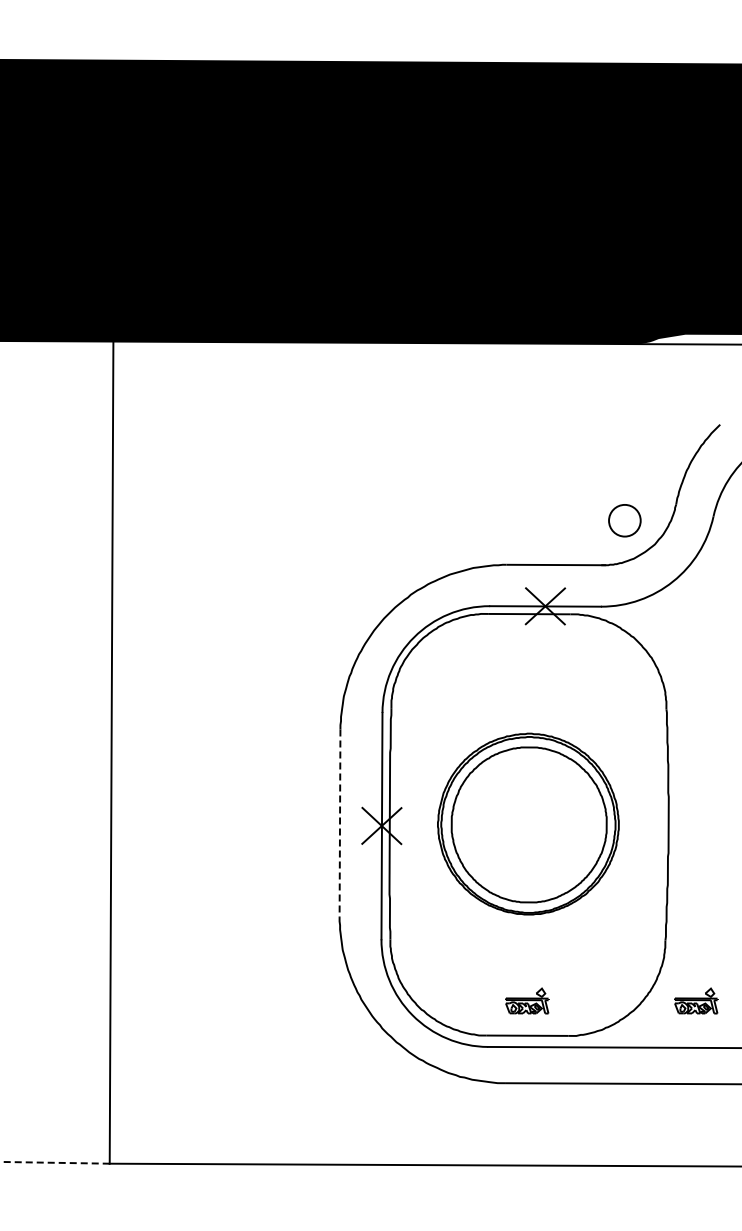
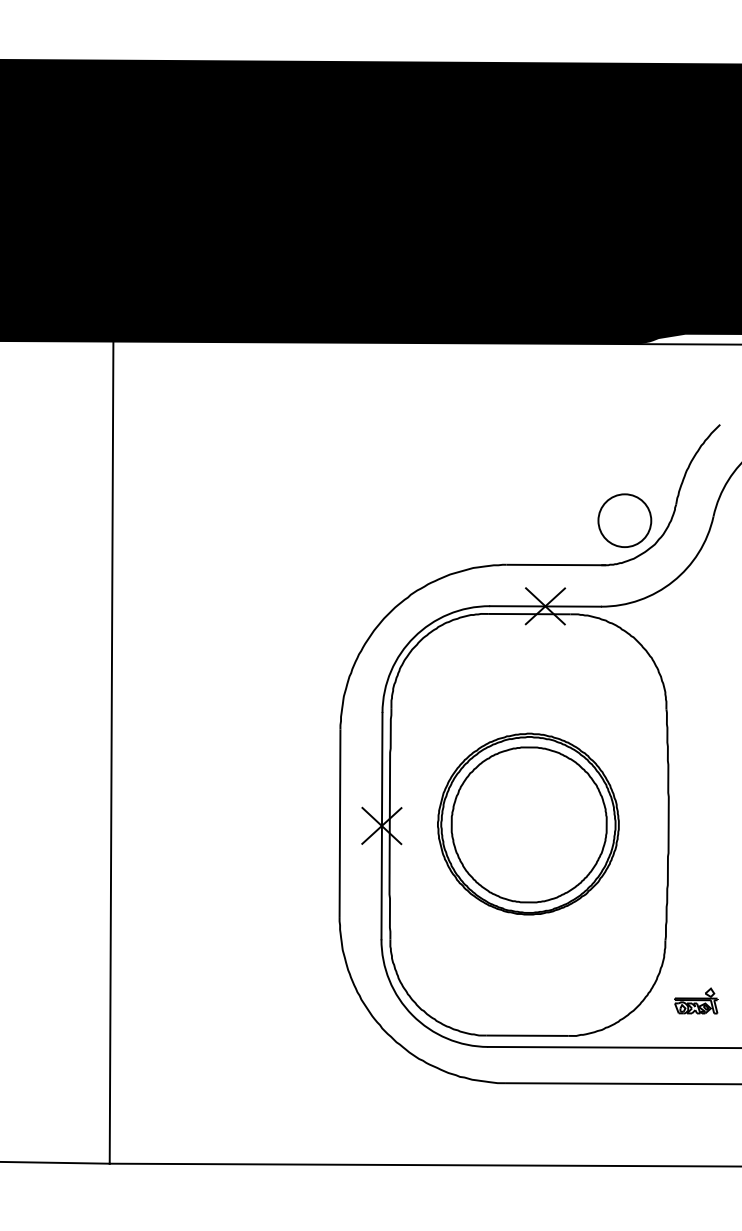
circle at (624, 520) diameter: 32 px -> 53 px
line at (340, 823): dashed -> solid
part at (527, 1000): present -> none
line at (54, 1162): dashed -> solid
